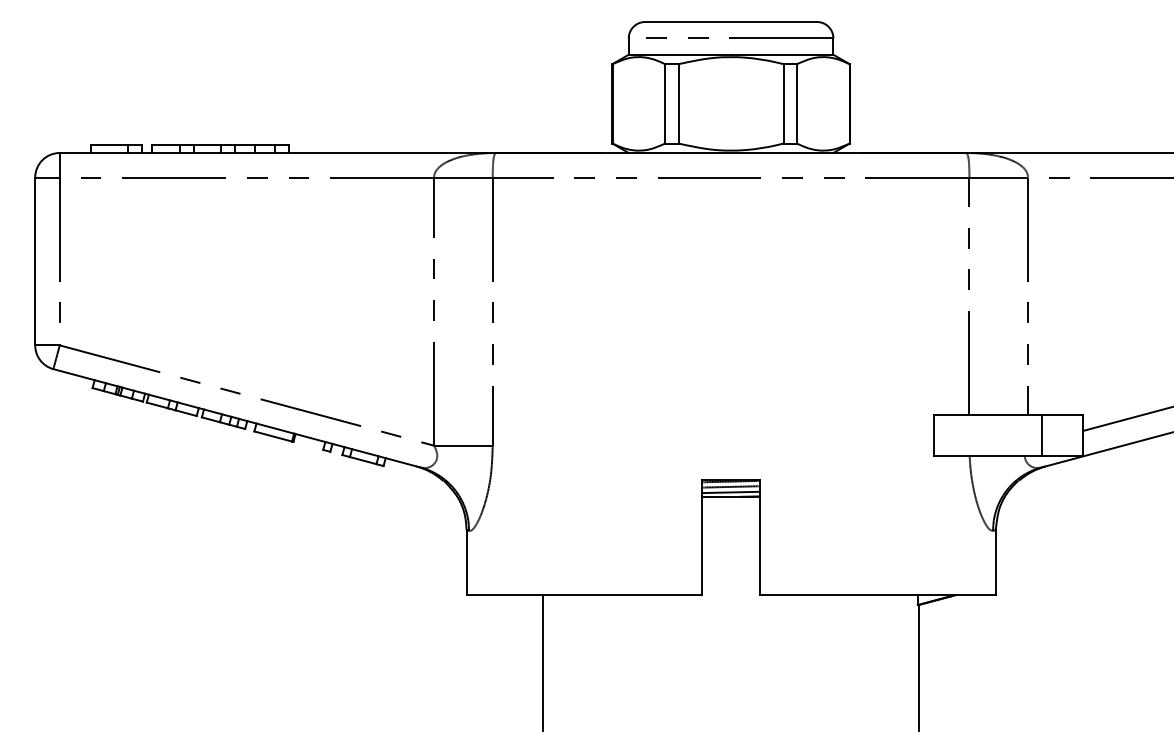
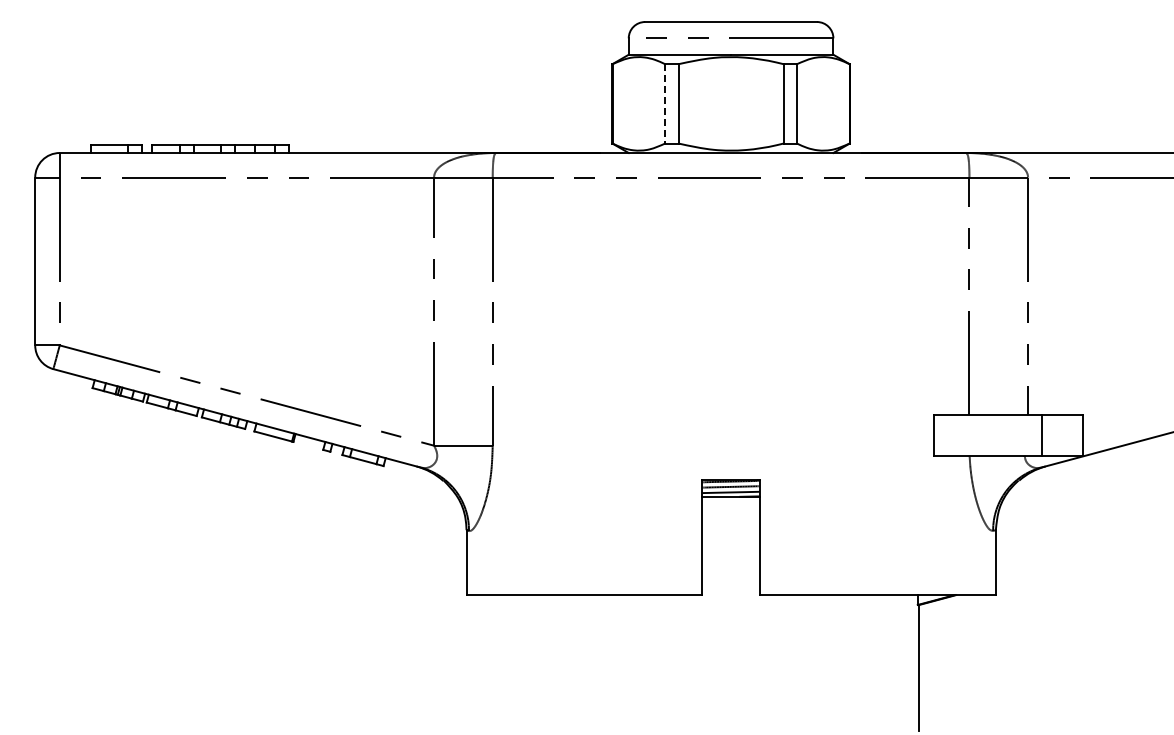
line at (665, 103): solid -> dashed
line at (1126, 418): present -> none
line at (542, 663): present -> none
